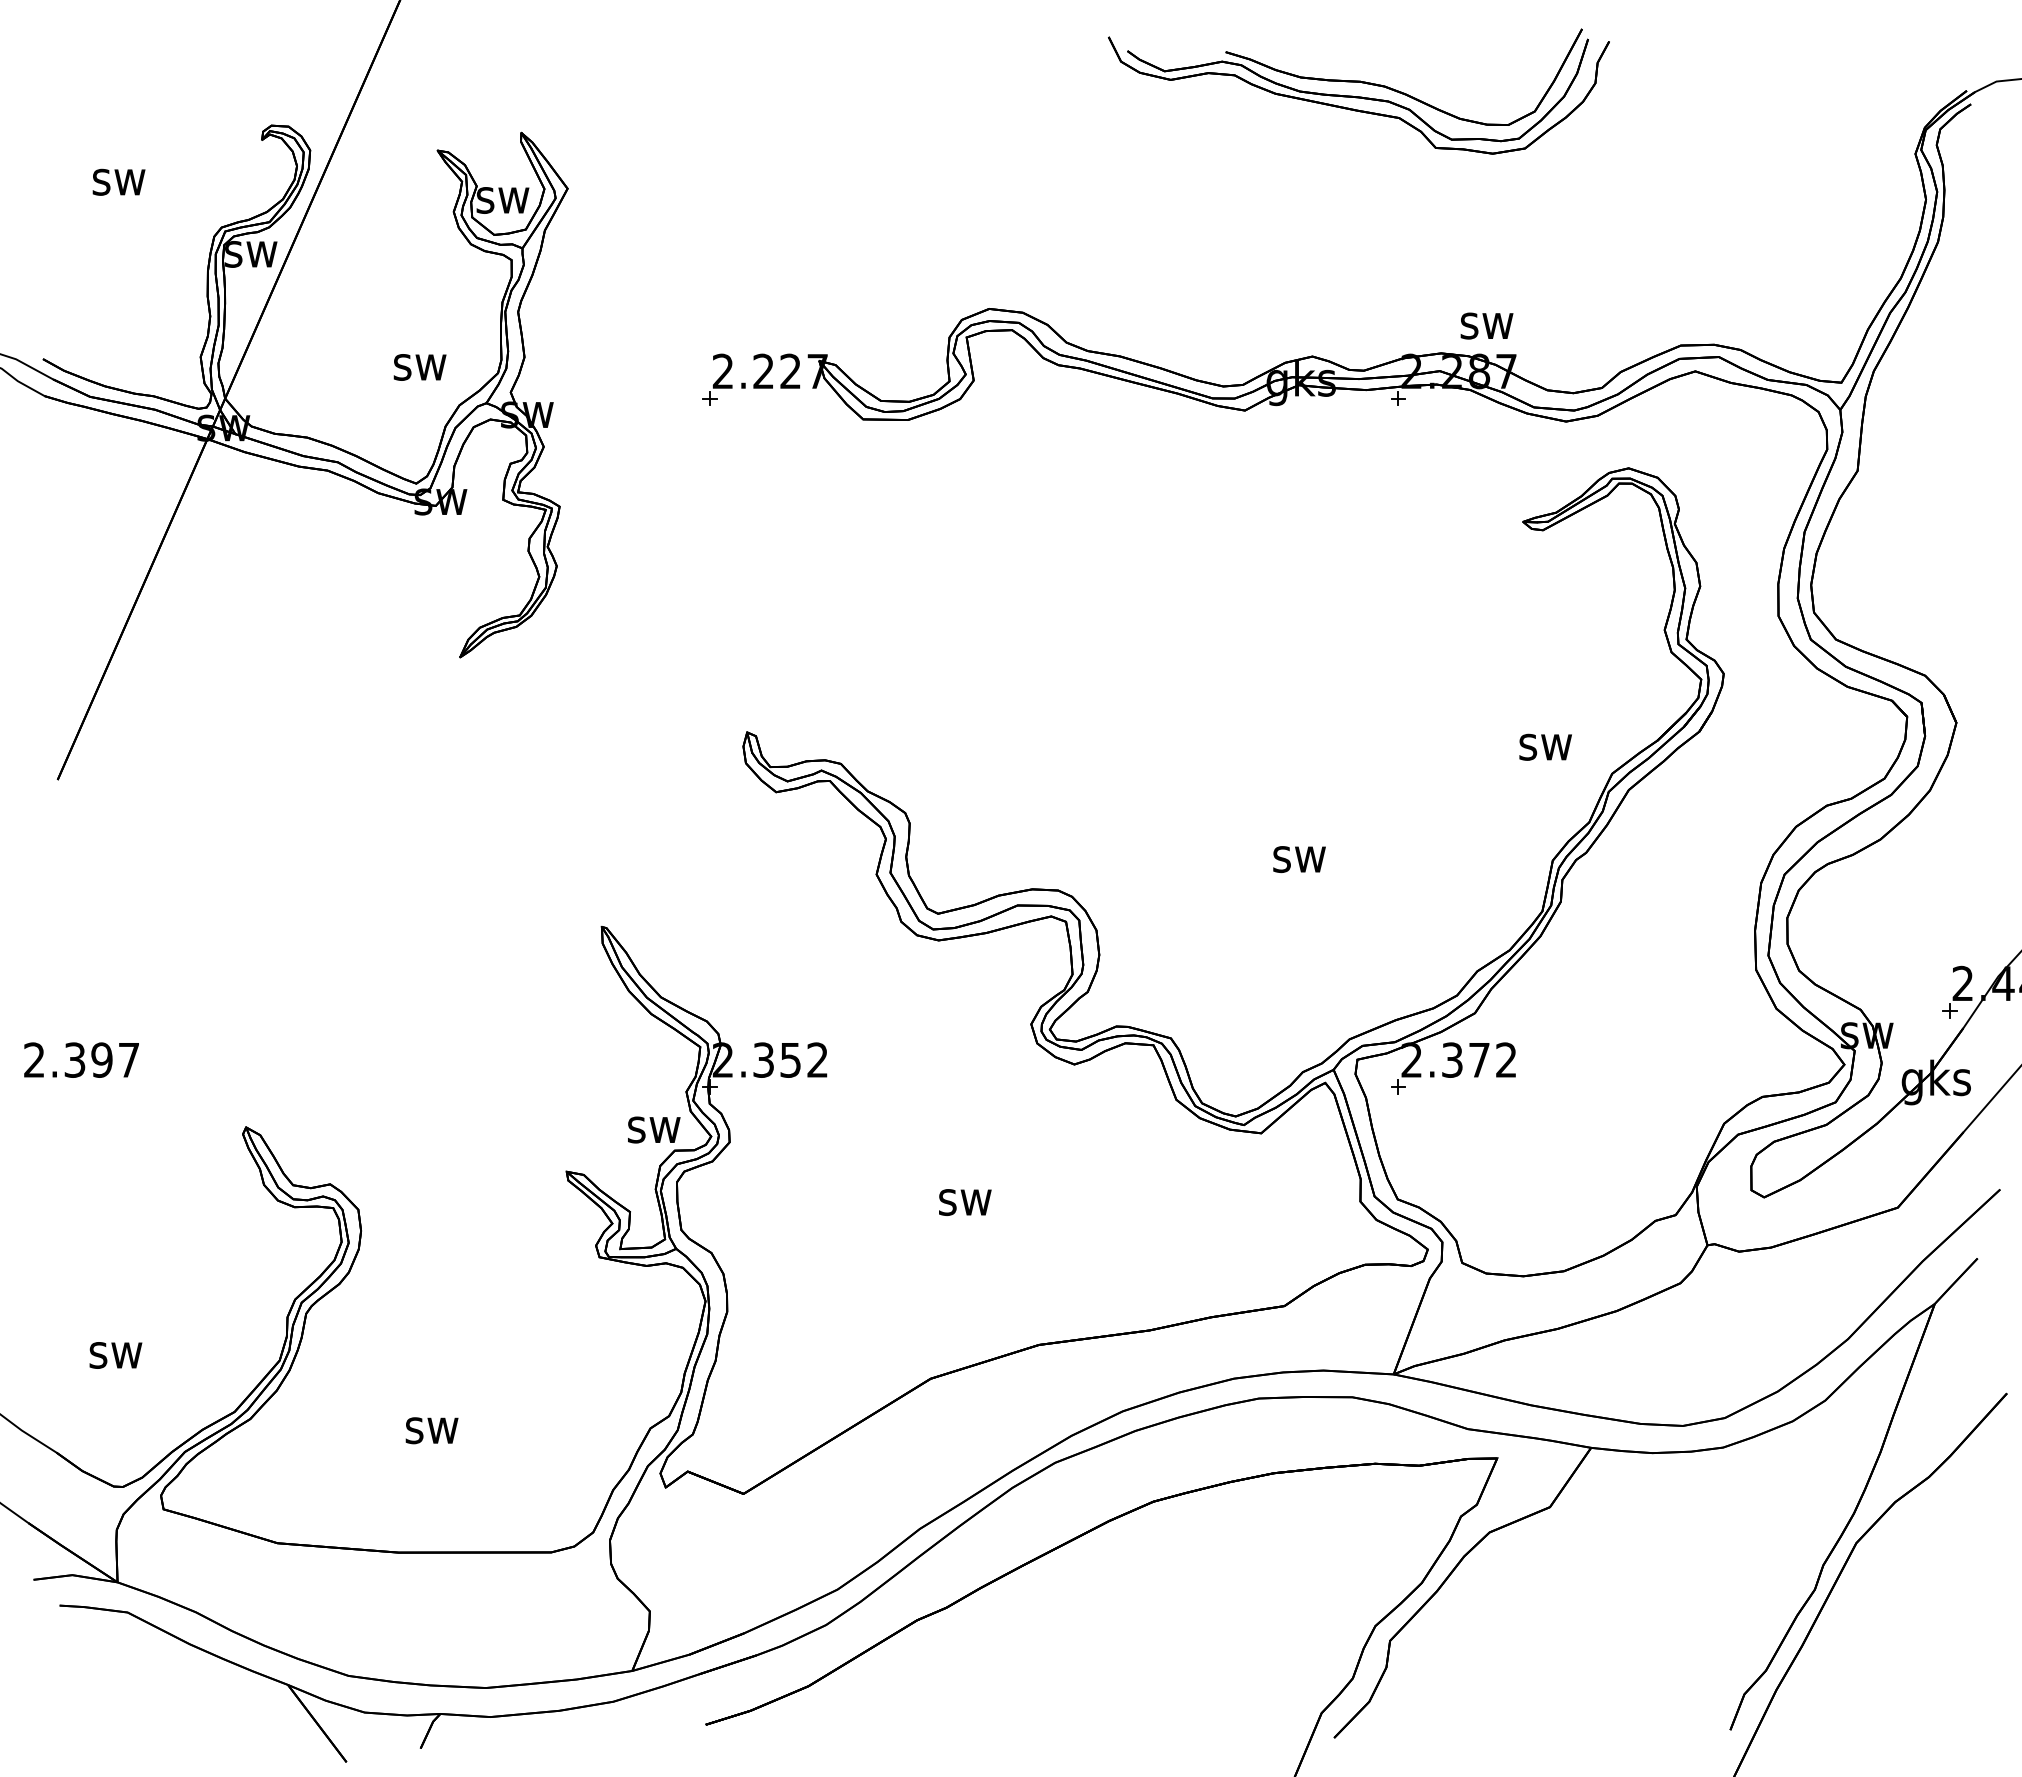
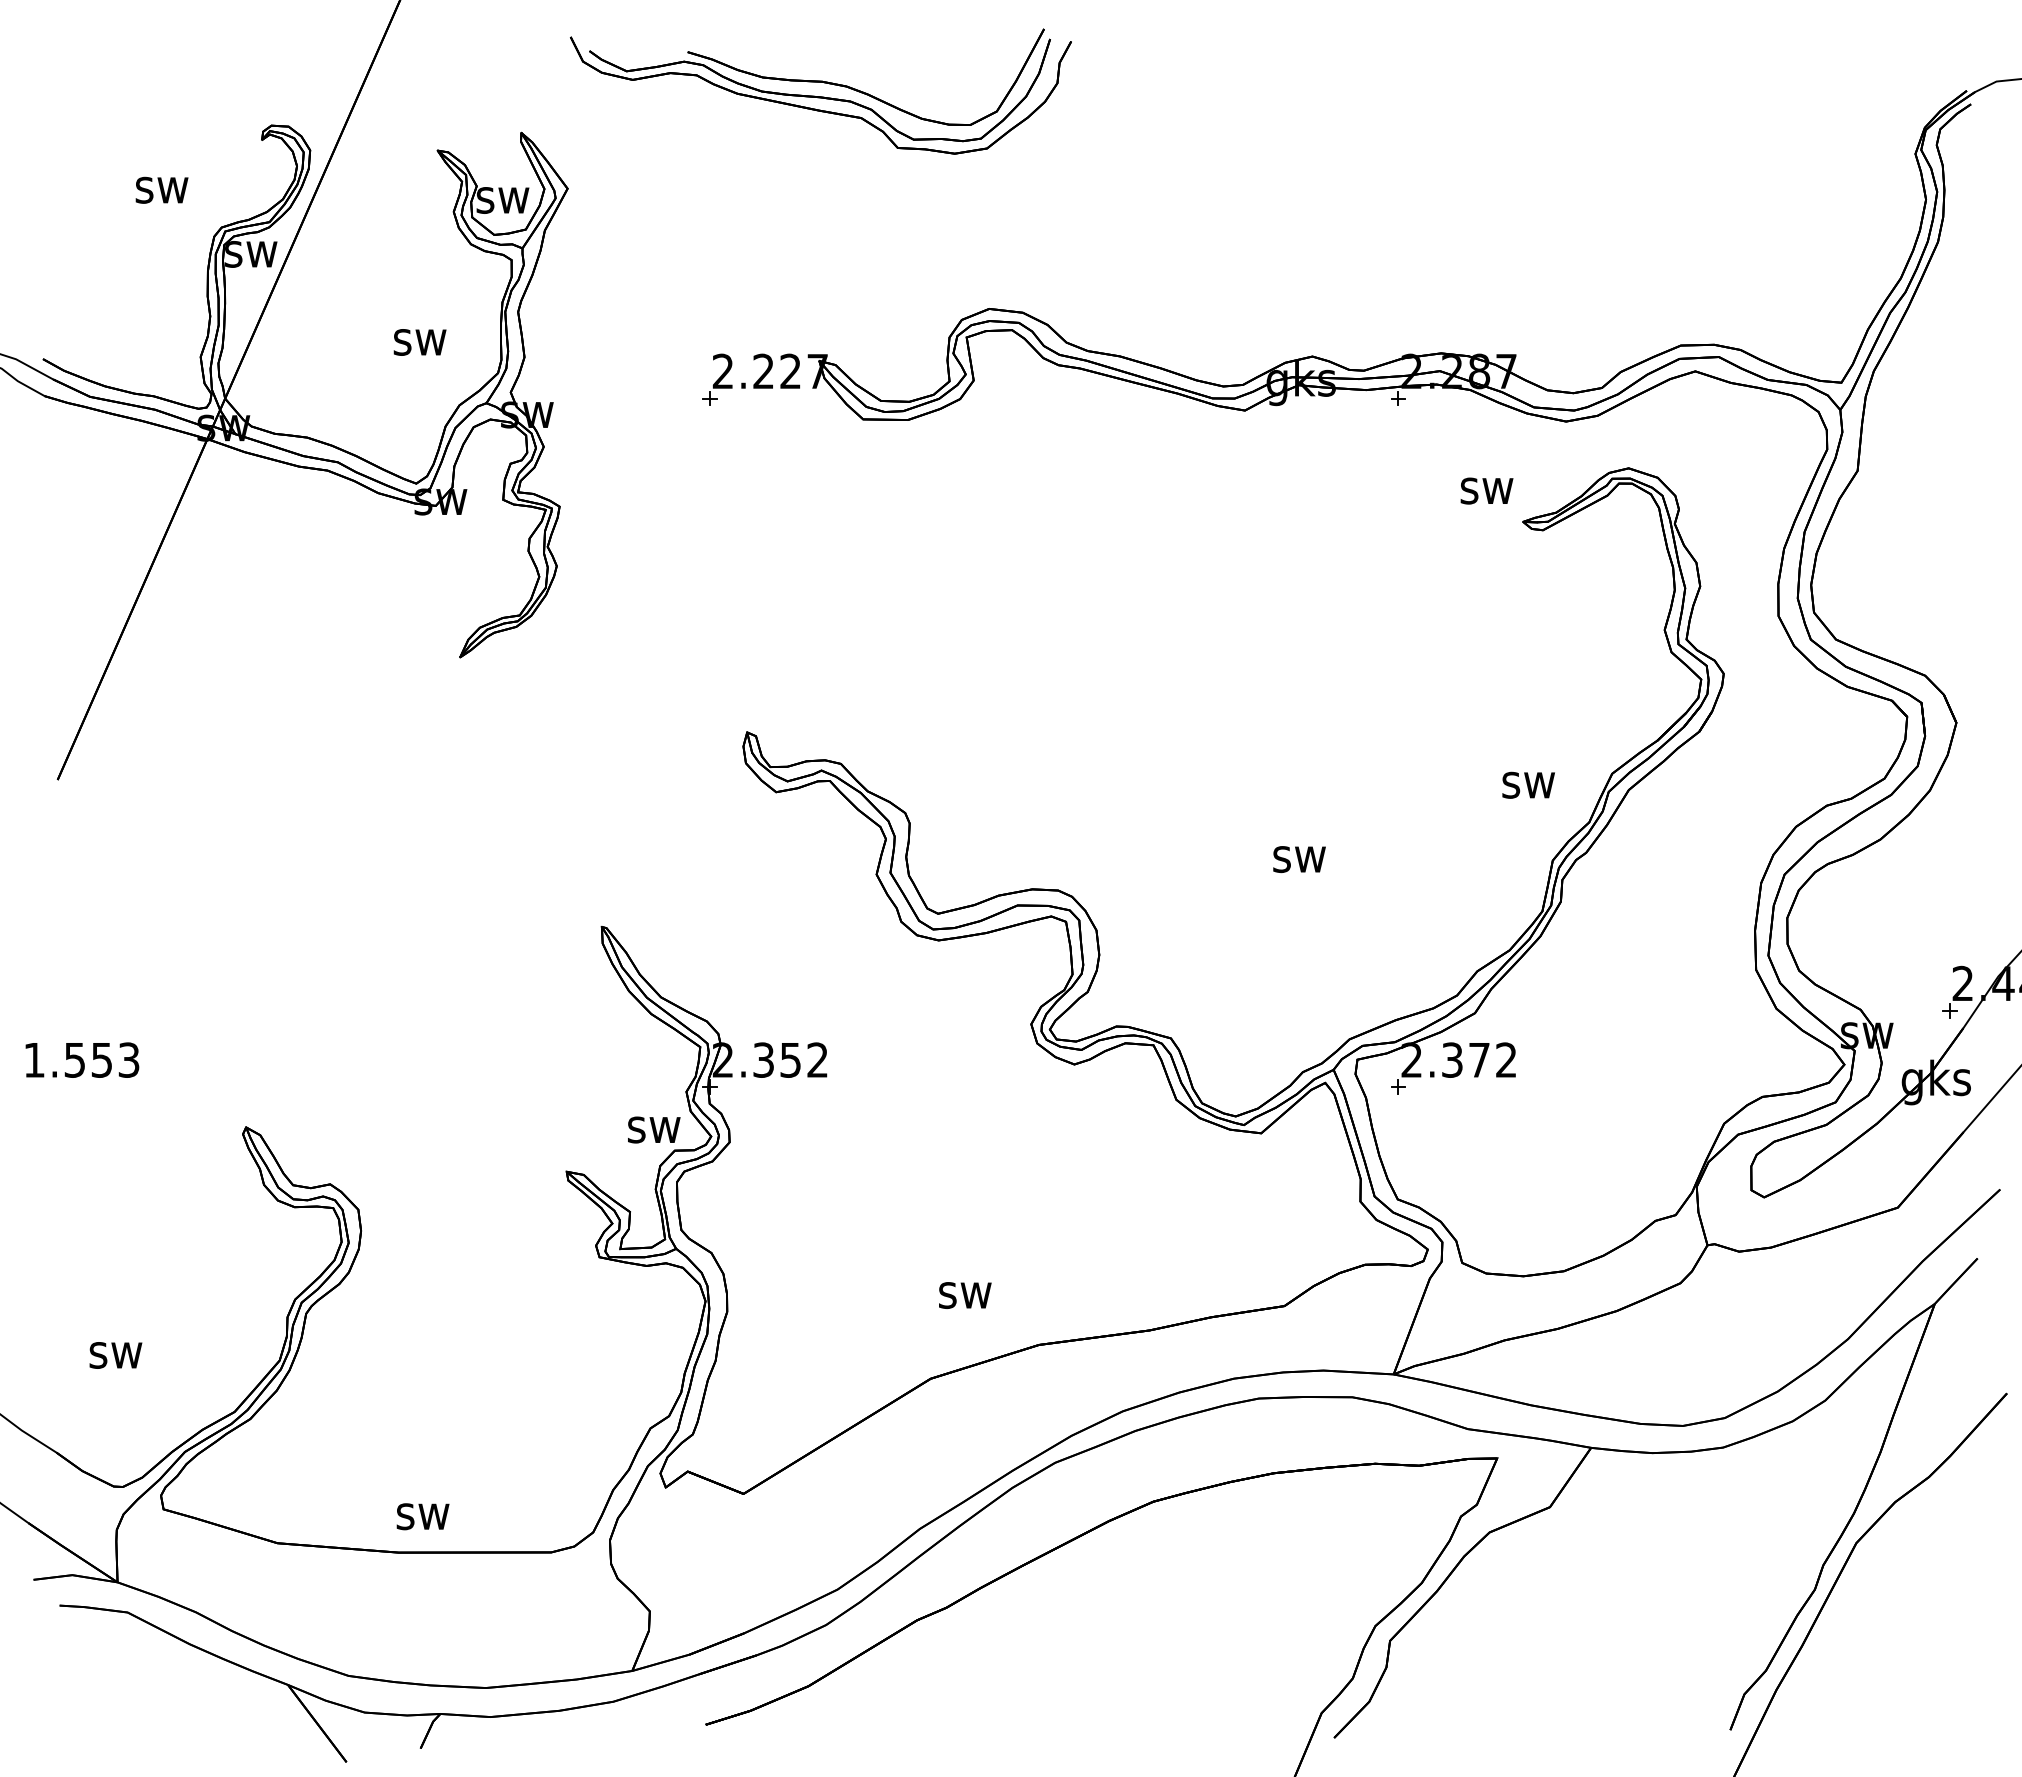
part at (1358, 91) position: (1358, 91) -> (820, 91)
text at (118, 181) position: (118, 181) -> (161, 189)
text at (1486, 325) position: (1486, 325) -> (1486, 490)
text at (419, 367) position: (419, 367) -> (419, 342)
text at (1545, 746) position: (1545, 746) -> (1528, 784)
text at (81, 1059): 2.397 -> 1.553
text at (965, 1202) position: (965, 1202) -> (965, 1295)
text at (431, 1430) position: (431, 1430) -> (422, 1516)
